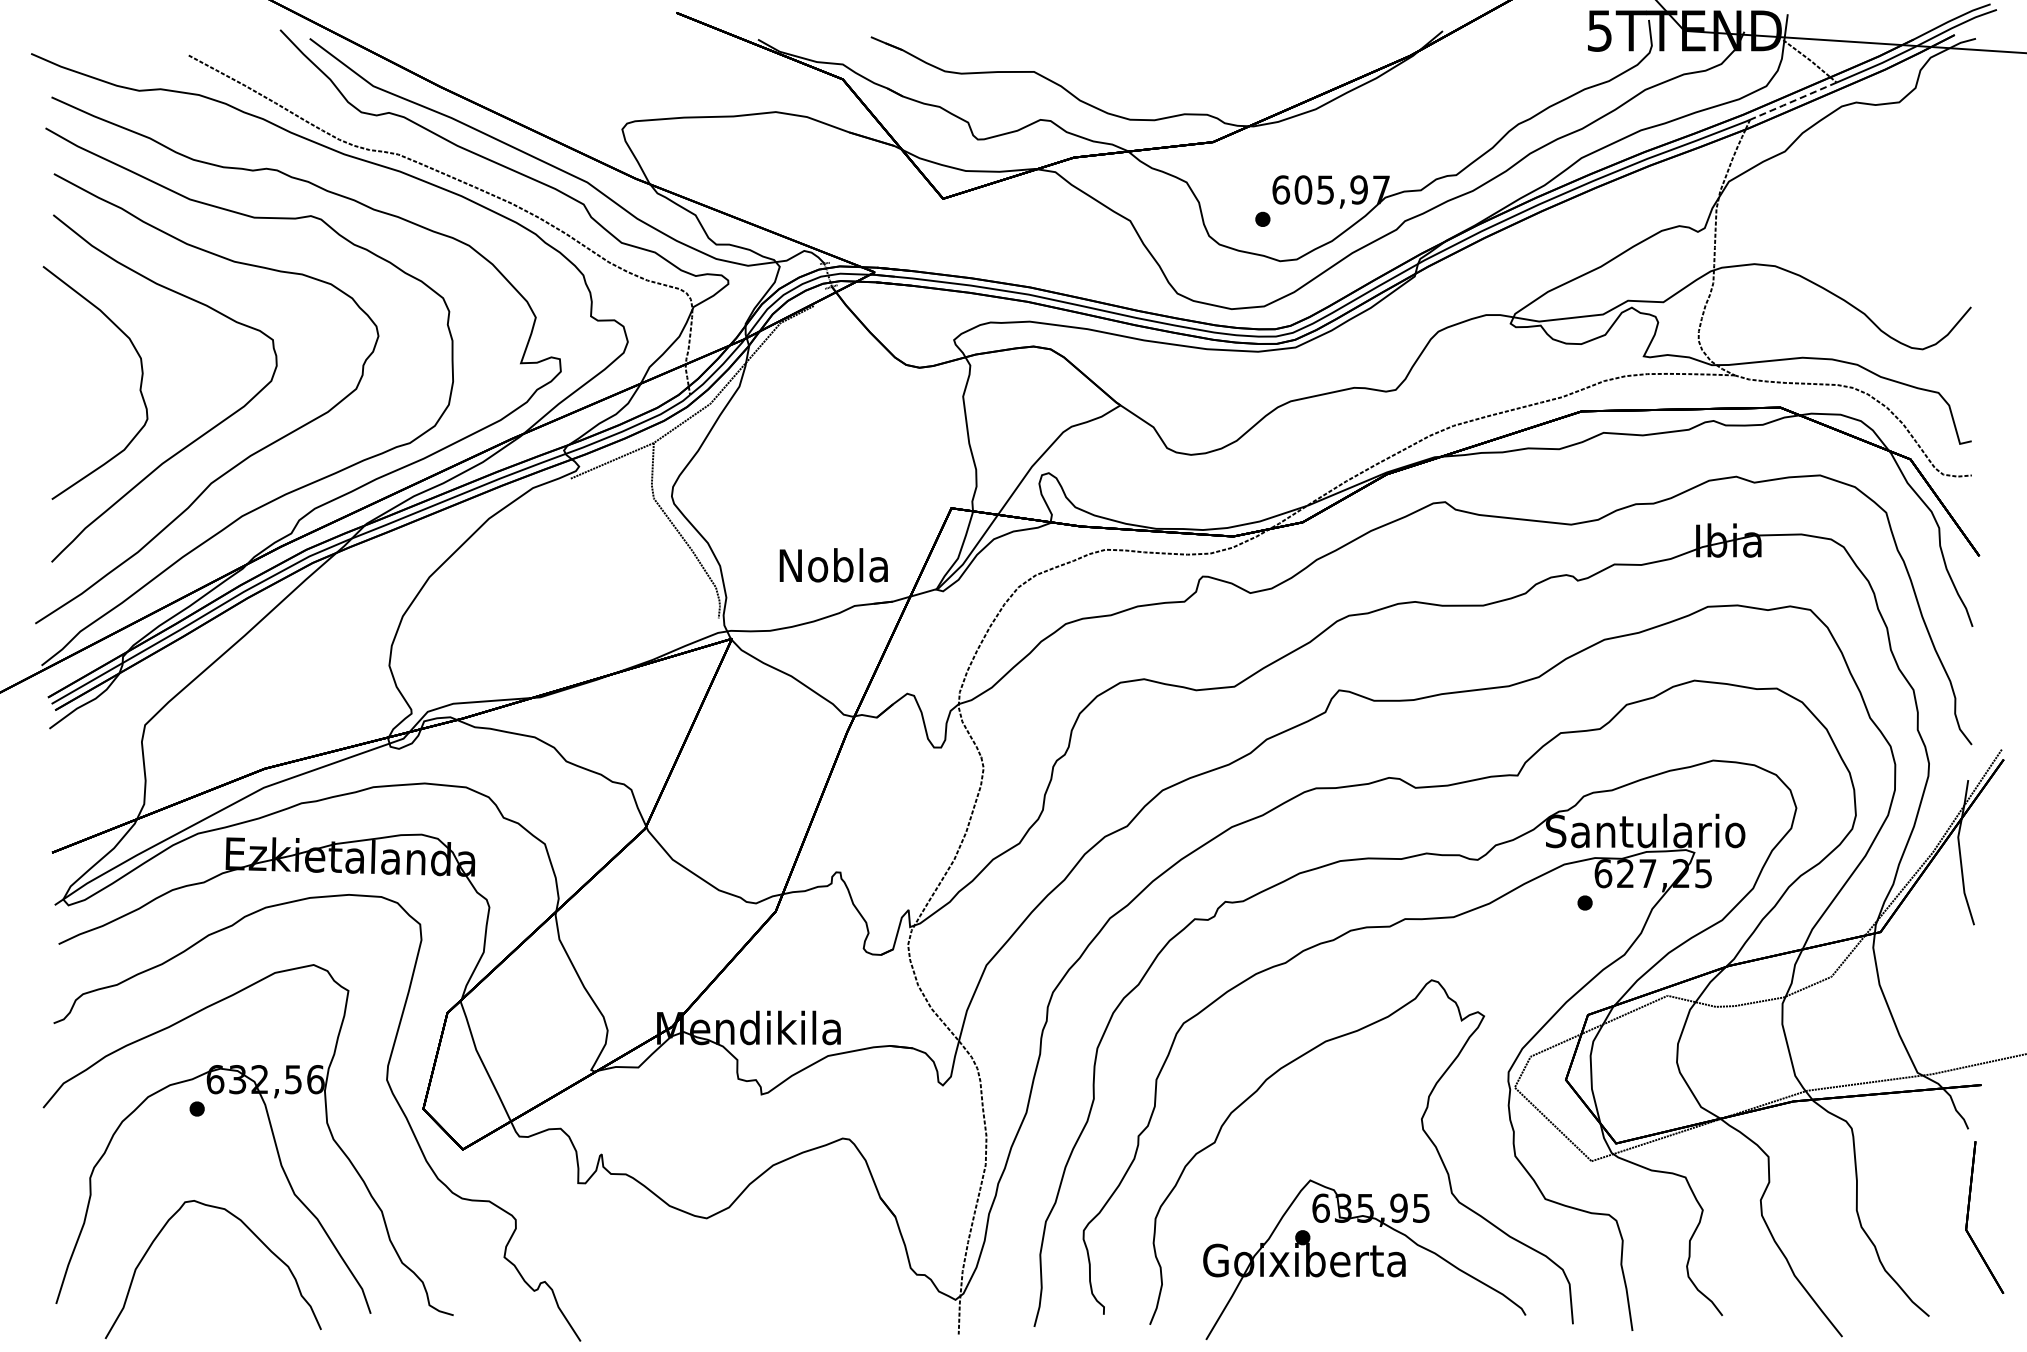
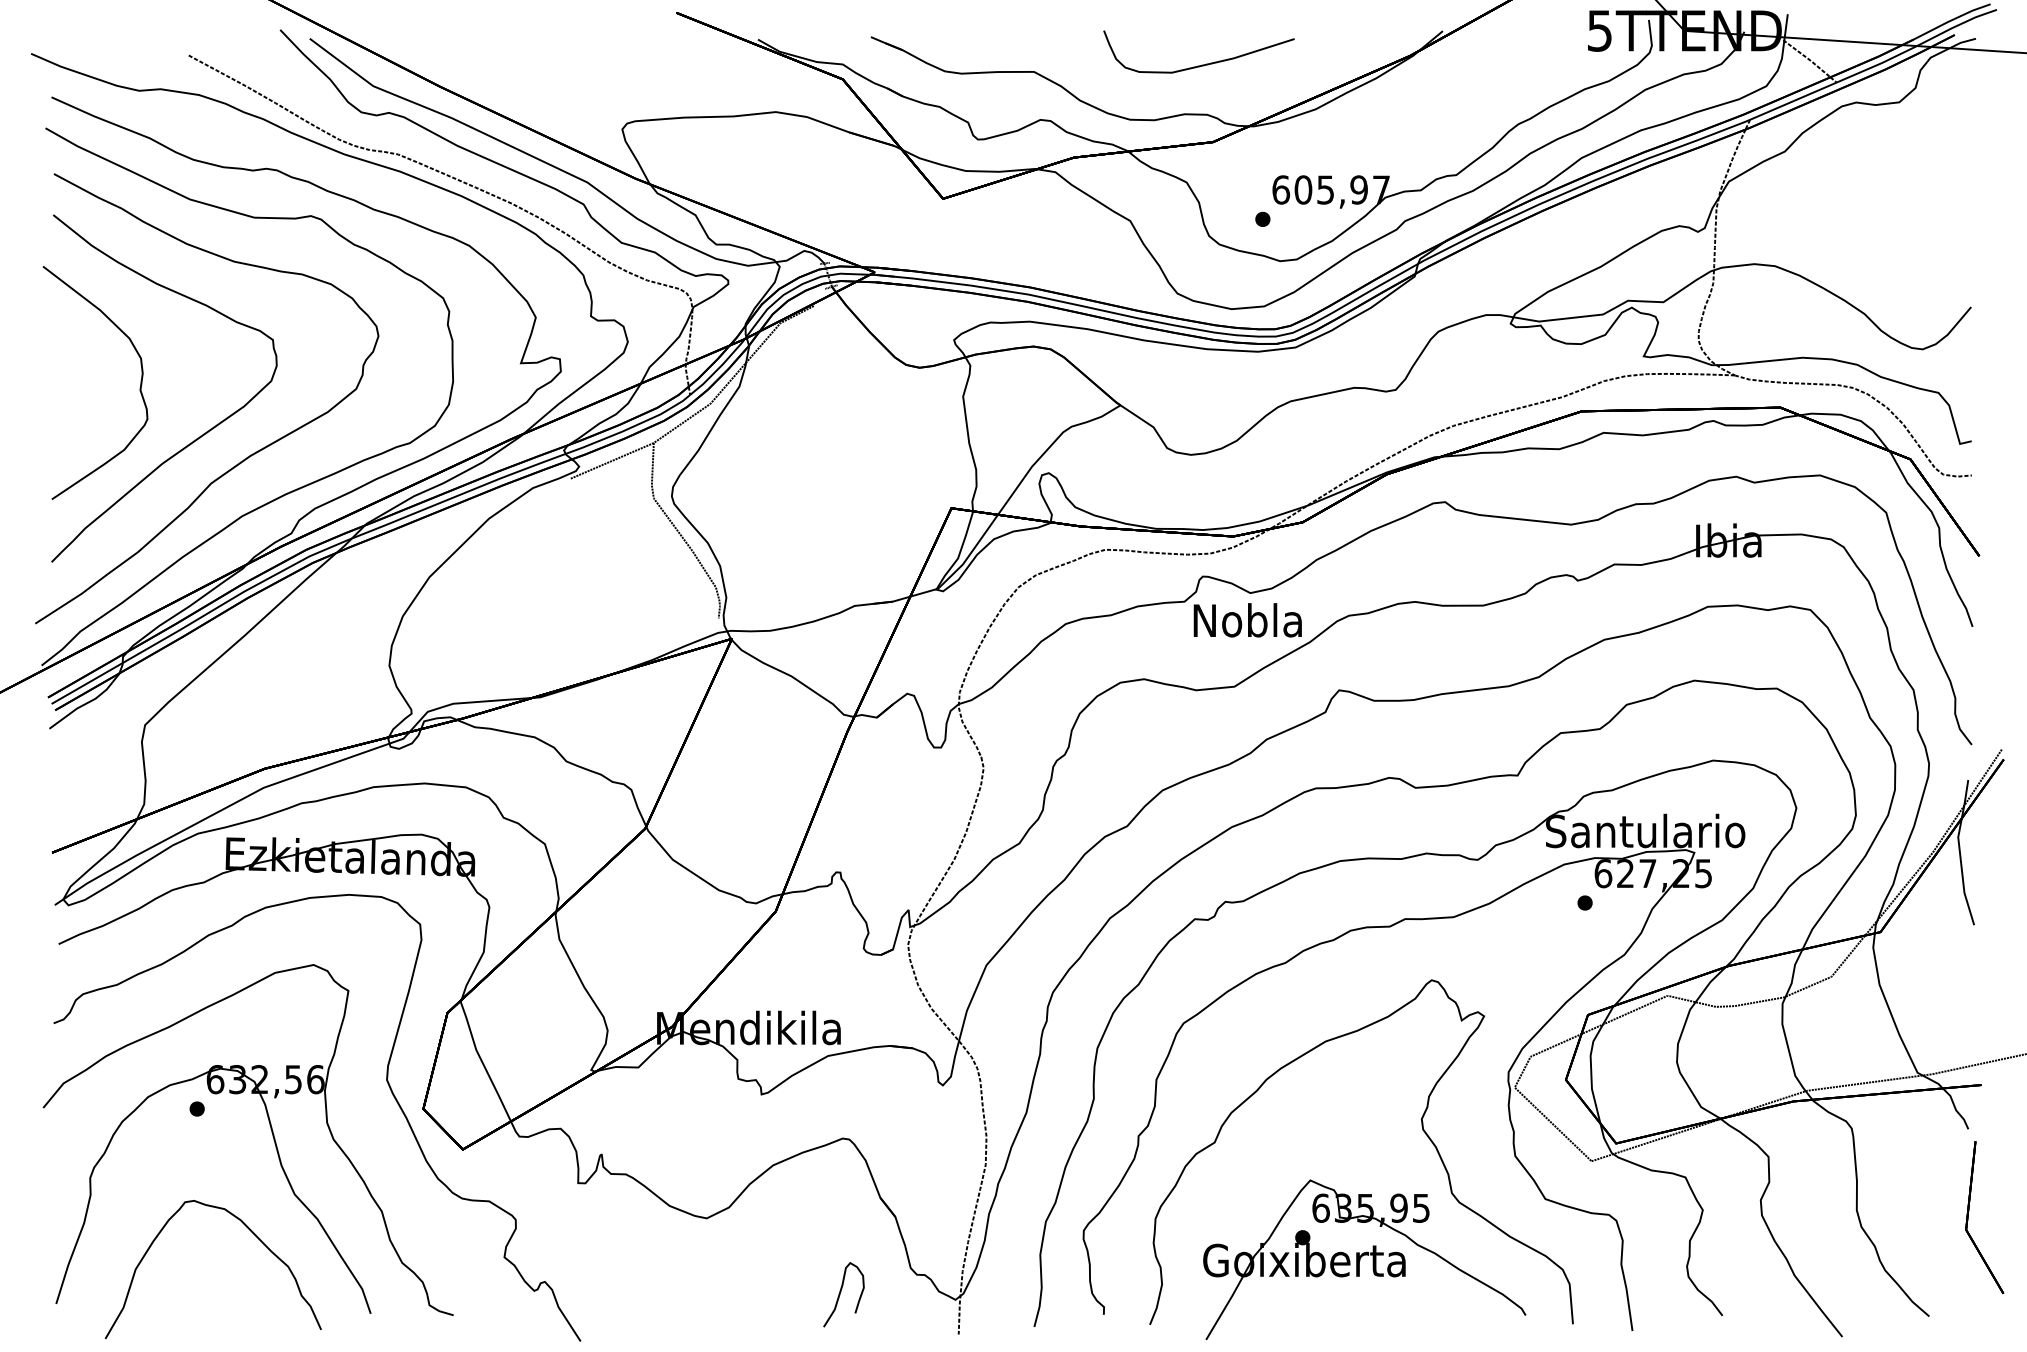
curve at (1201, 64): none -> present
line at (1793, 101): dashed -> solid
text at (833, 565) position: (833, 565) -> (1247, 620)
curve at (841, 1292): none -> present
